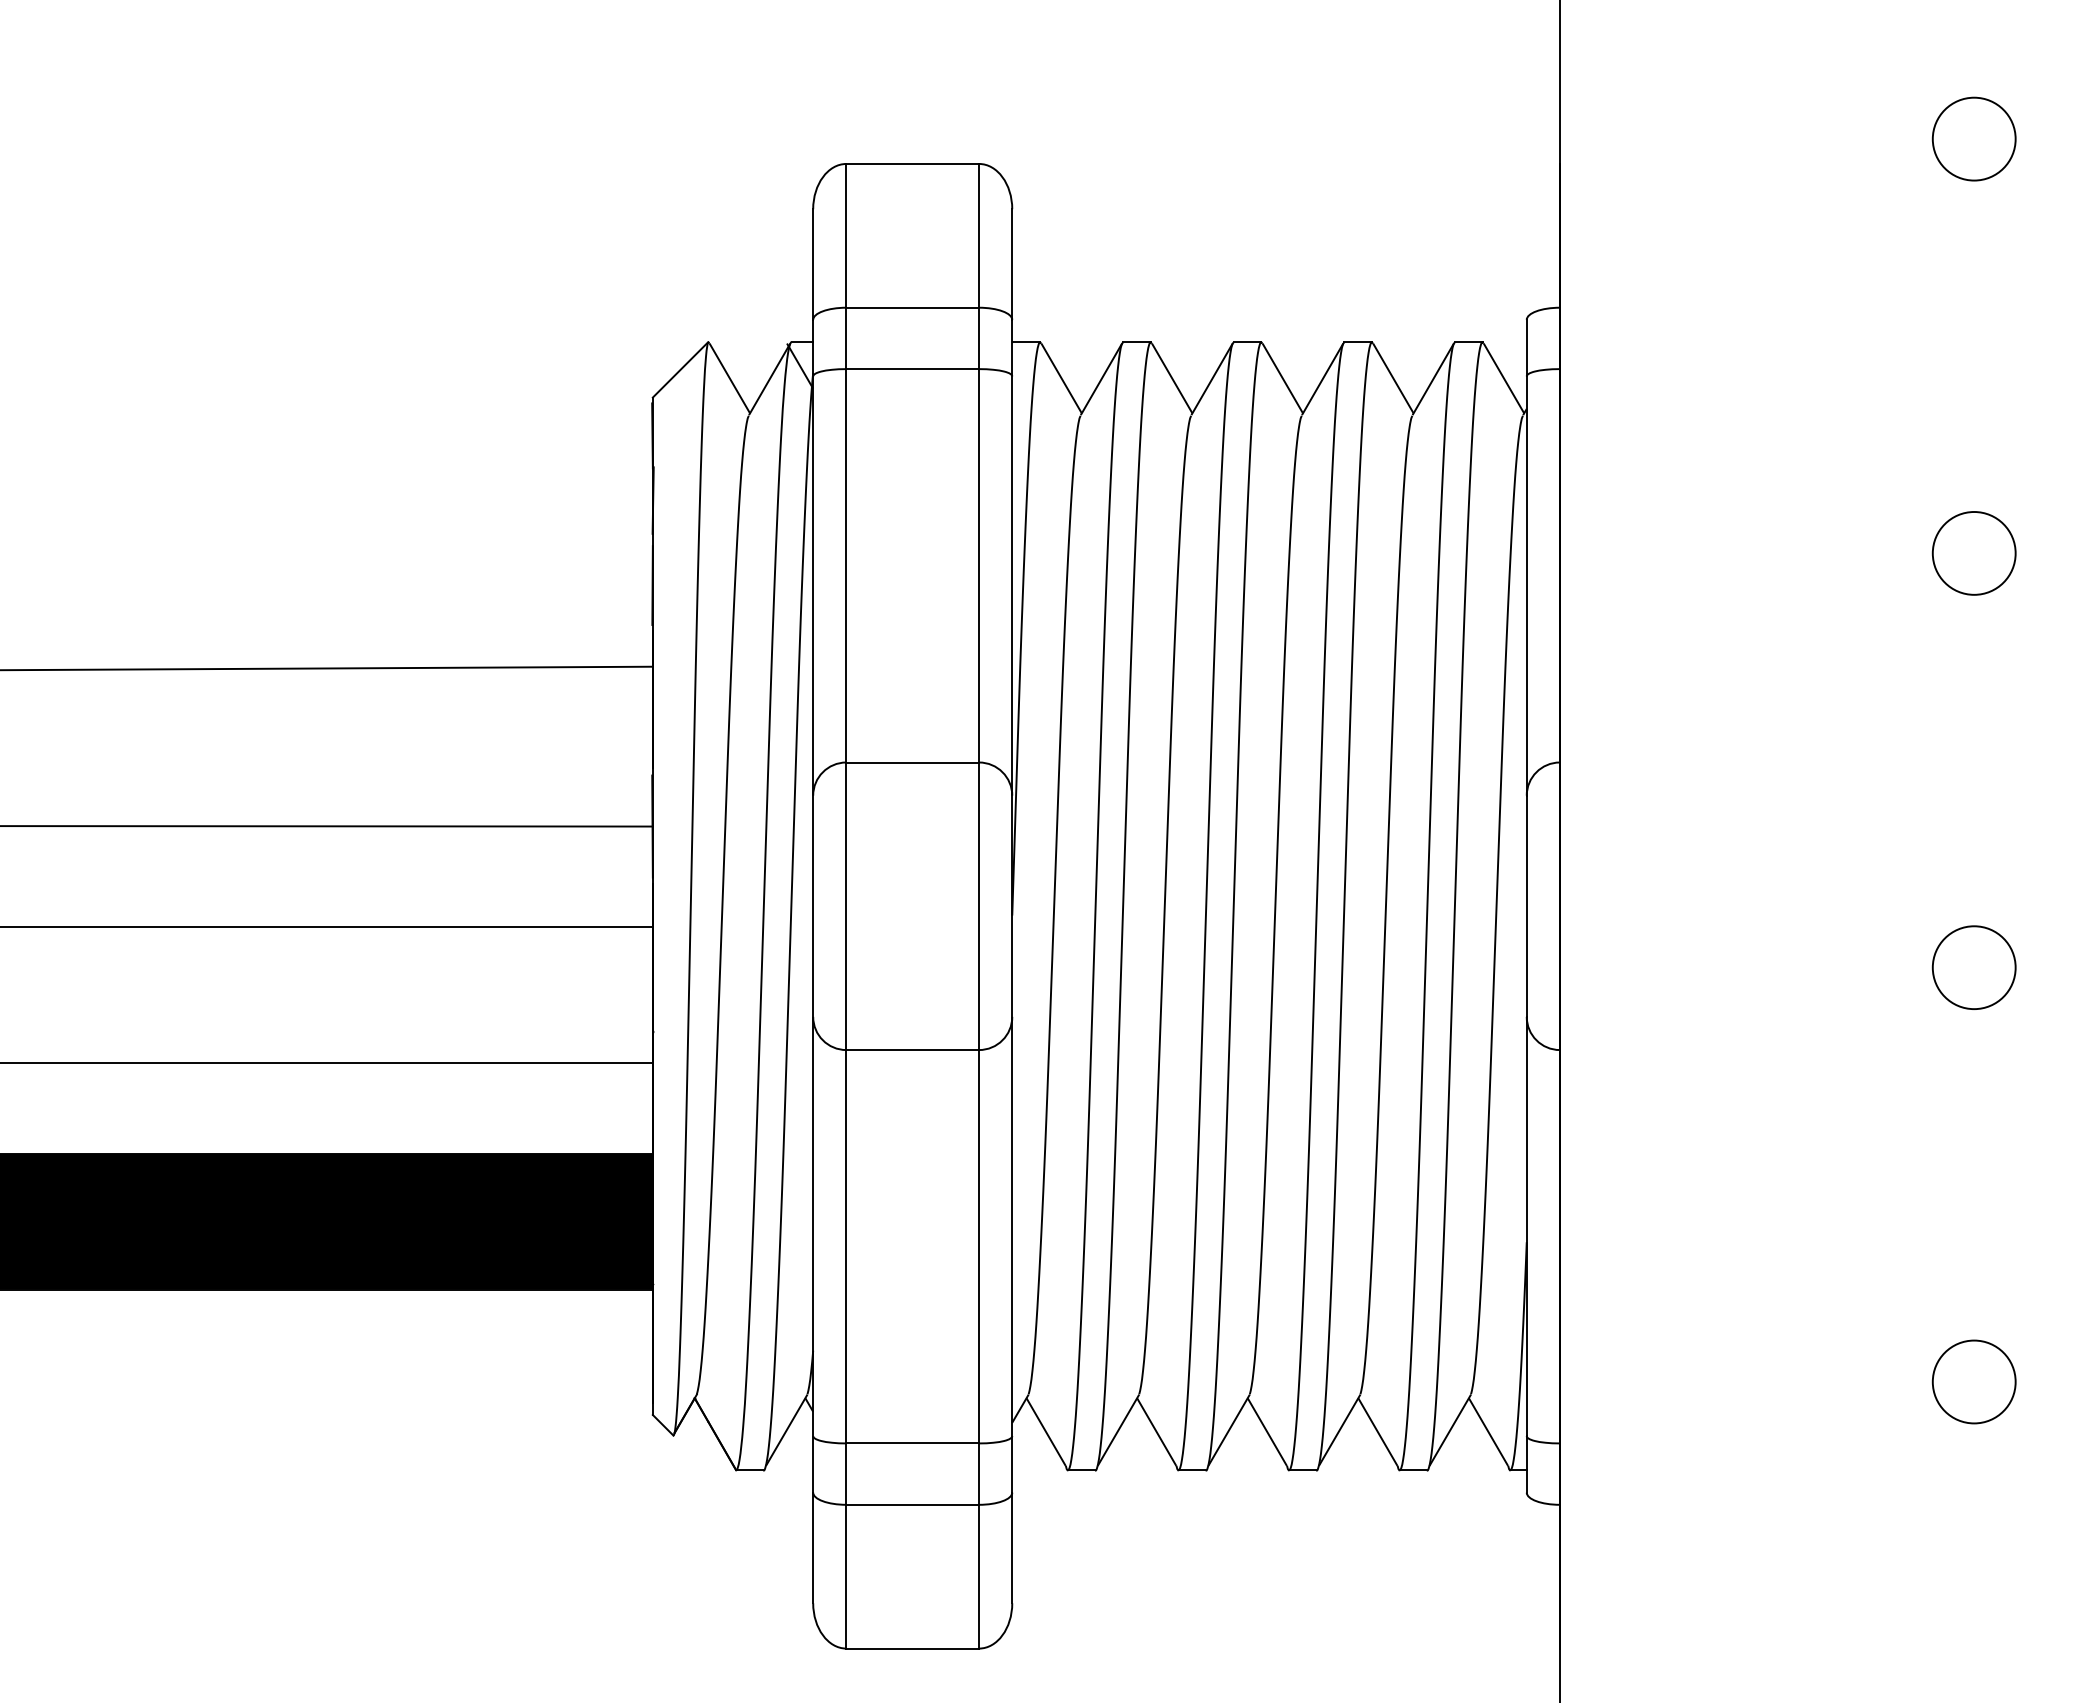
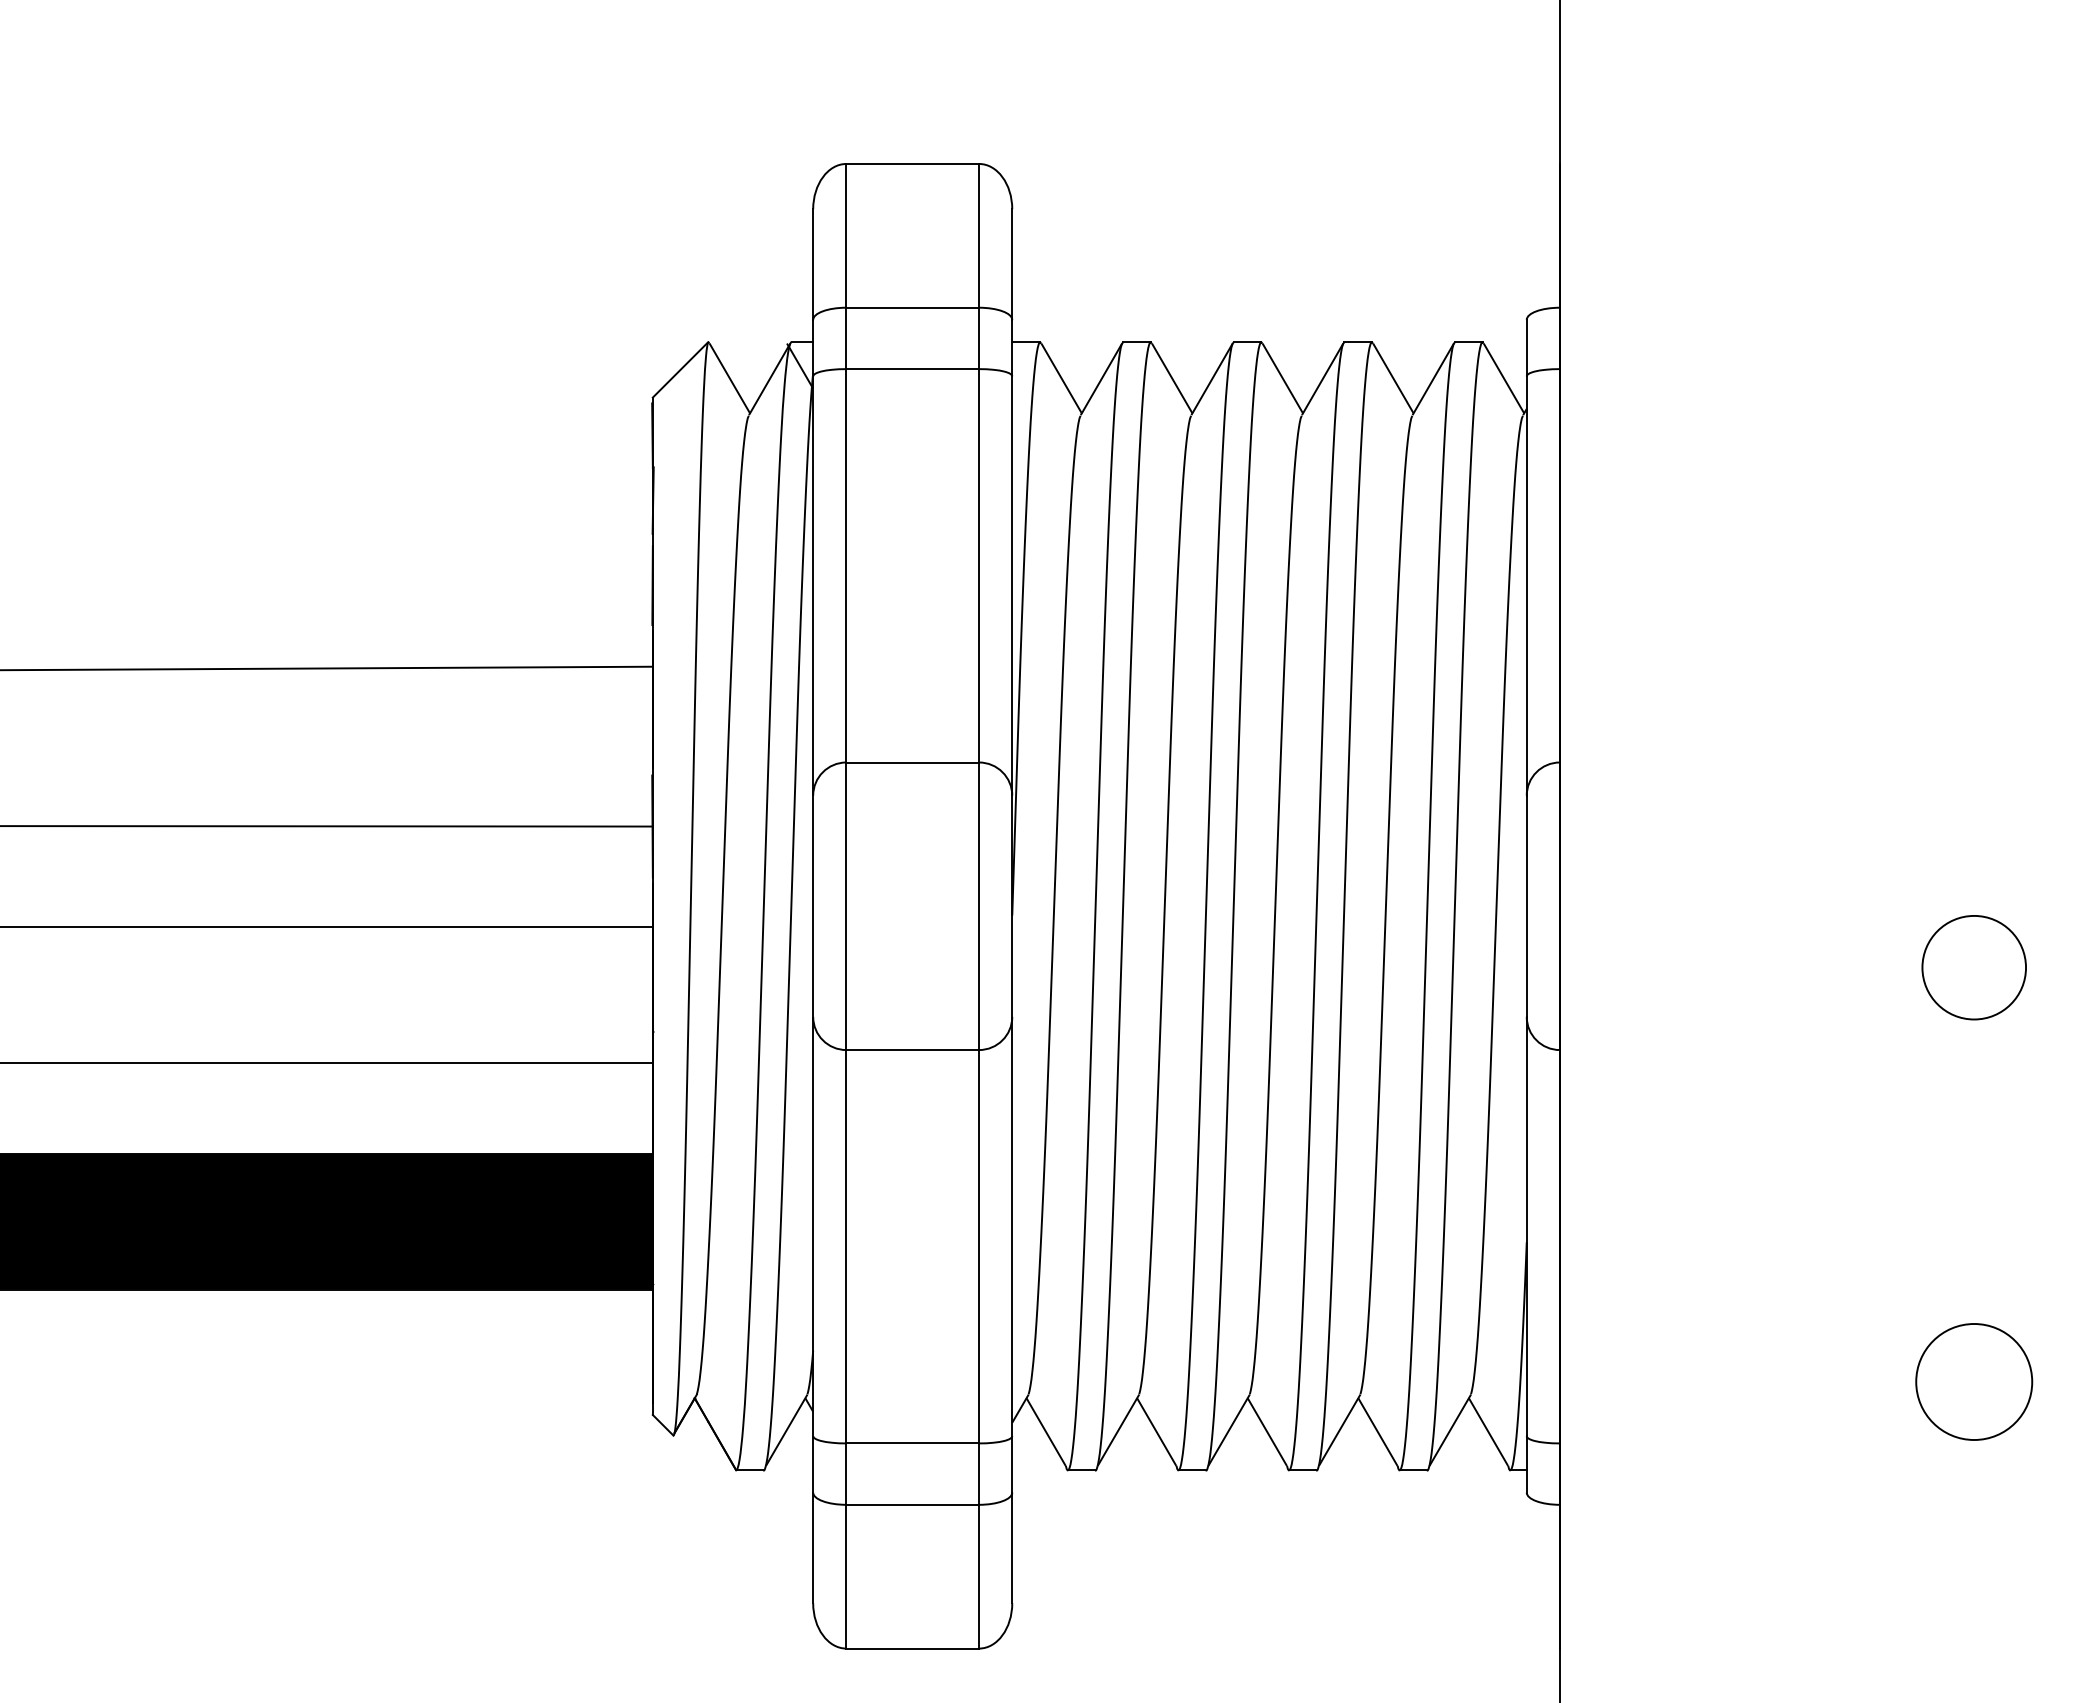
circle at (1973, 138): present -> none
circle at (1973, 553): present -> none
circle at (1973, 967) diameter: 83 px -> 104 px
circle at (1973, 1381) diameter: 83 px -> 116 px
